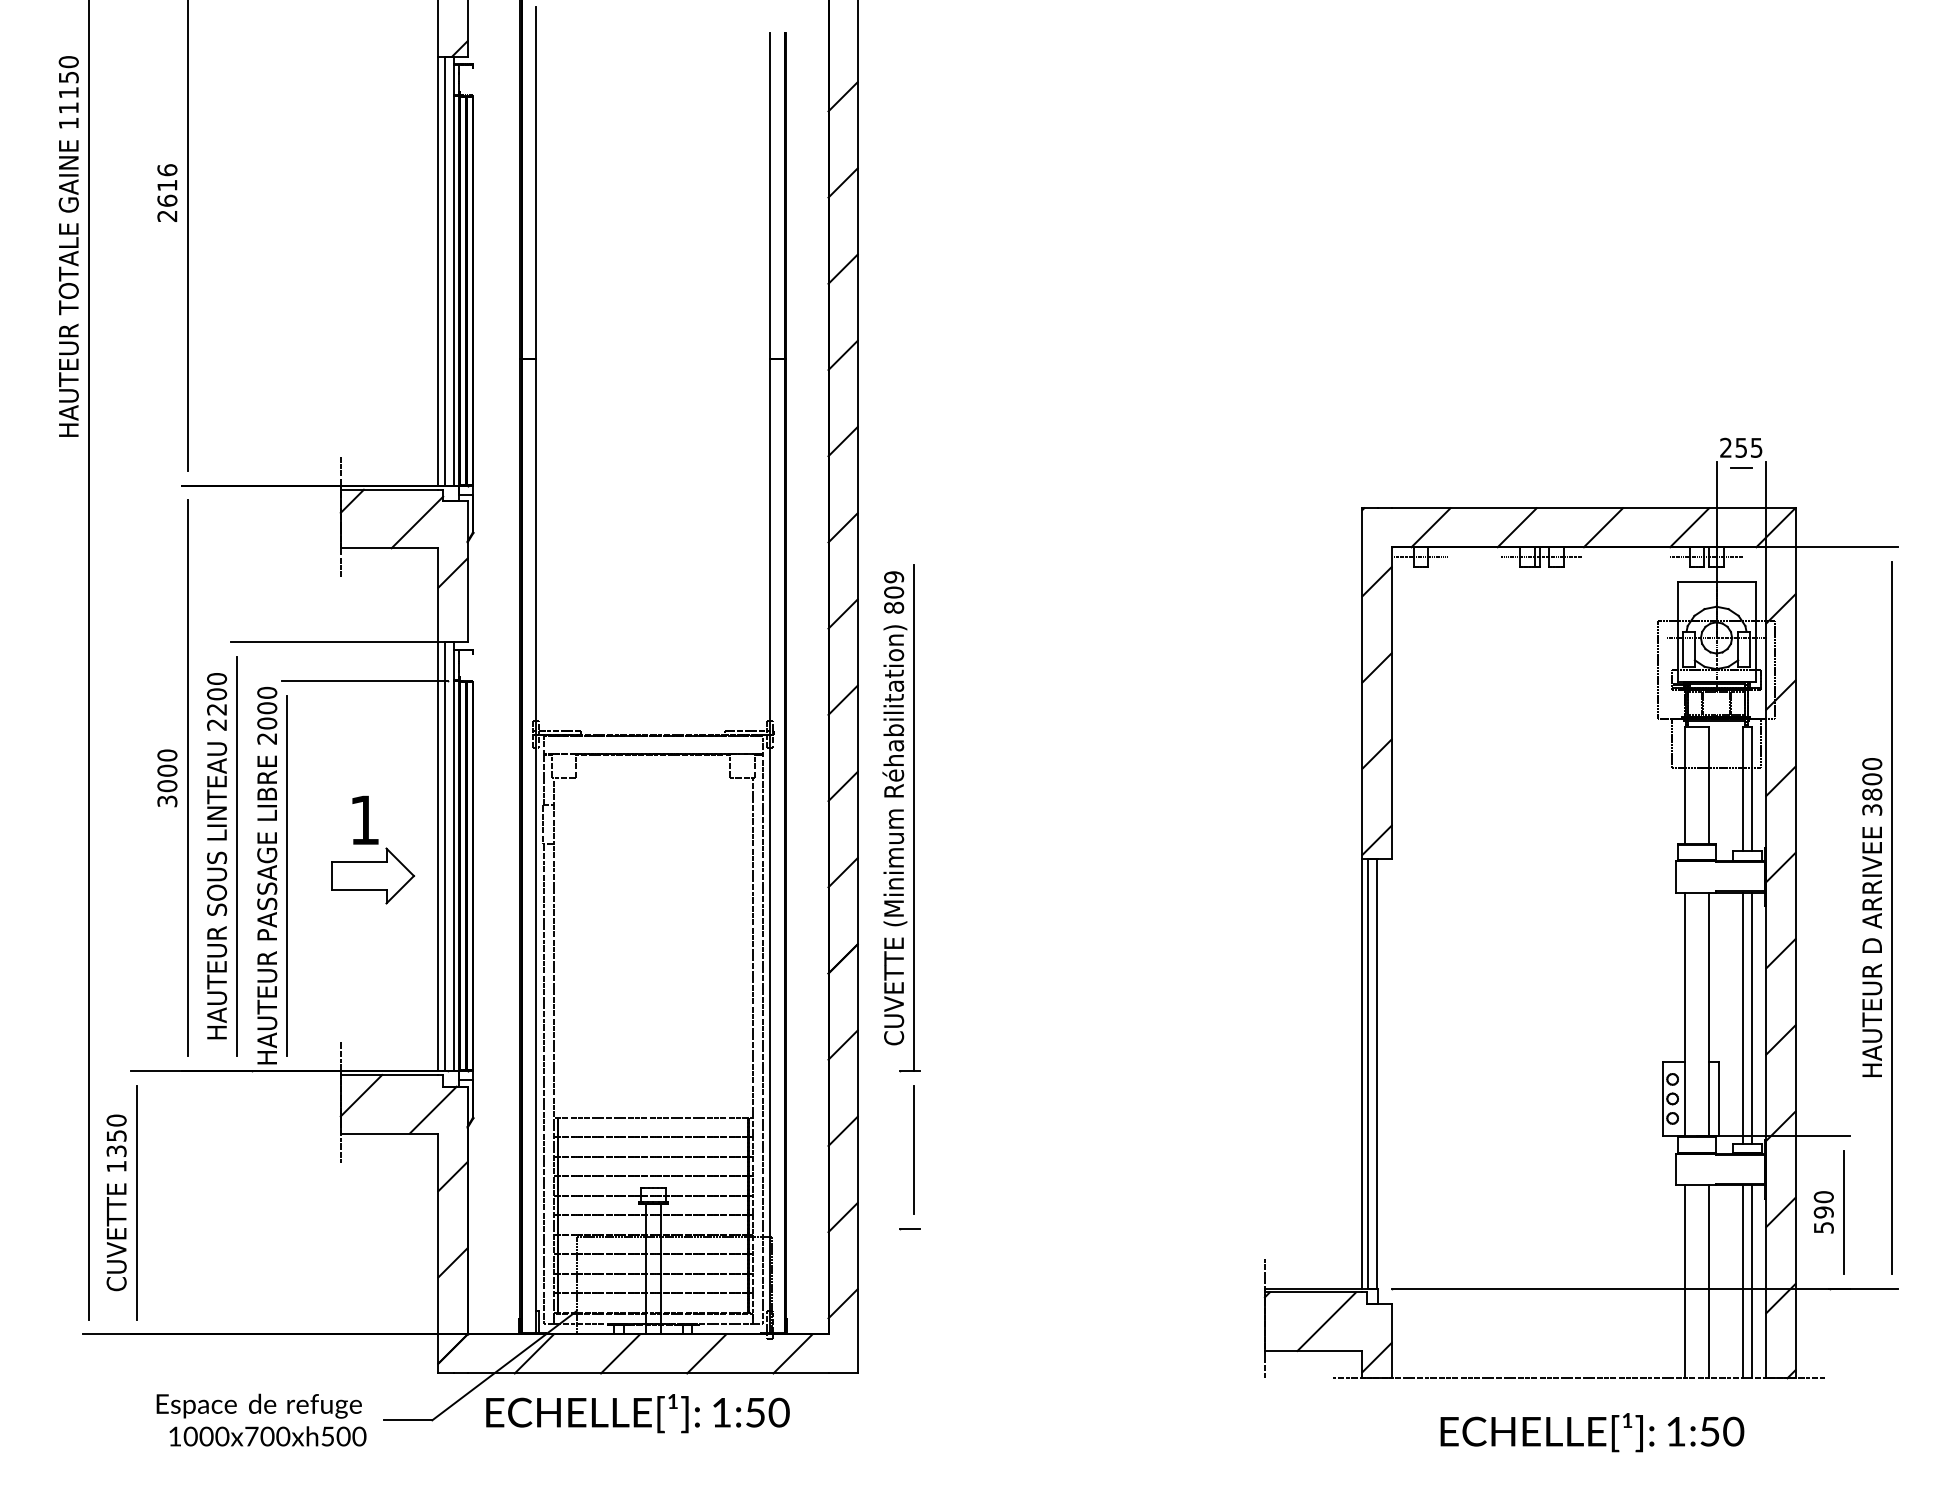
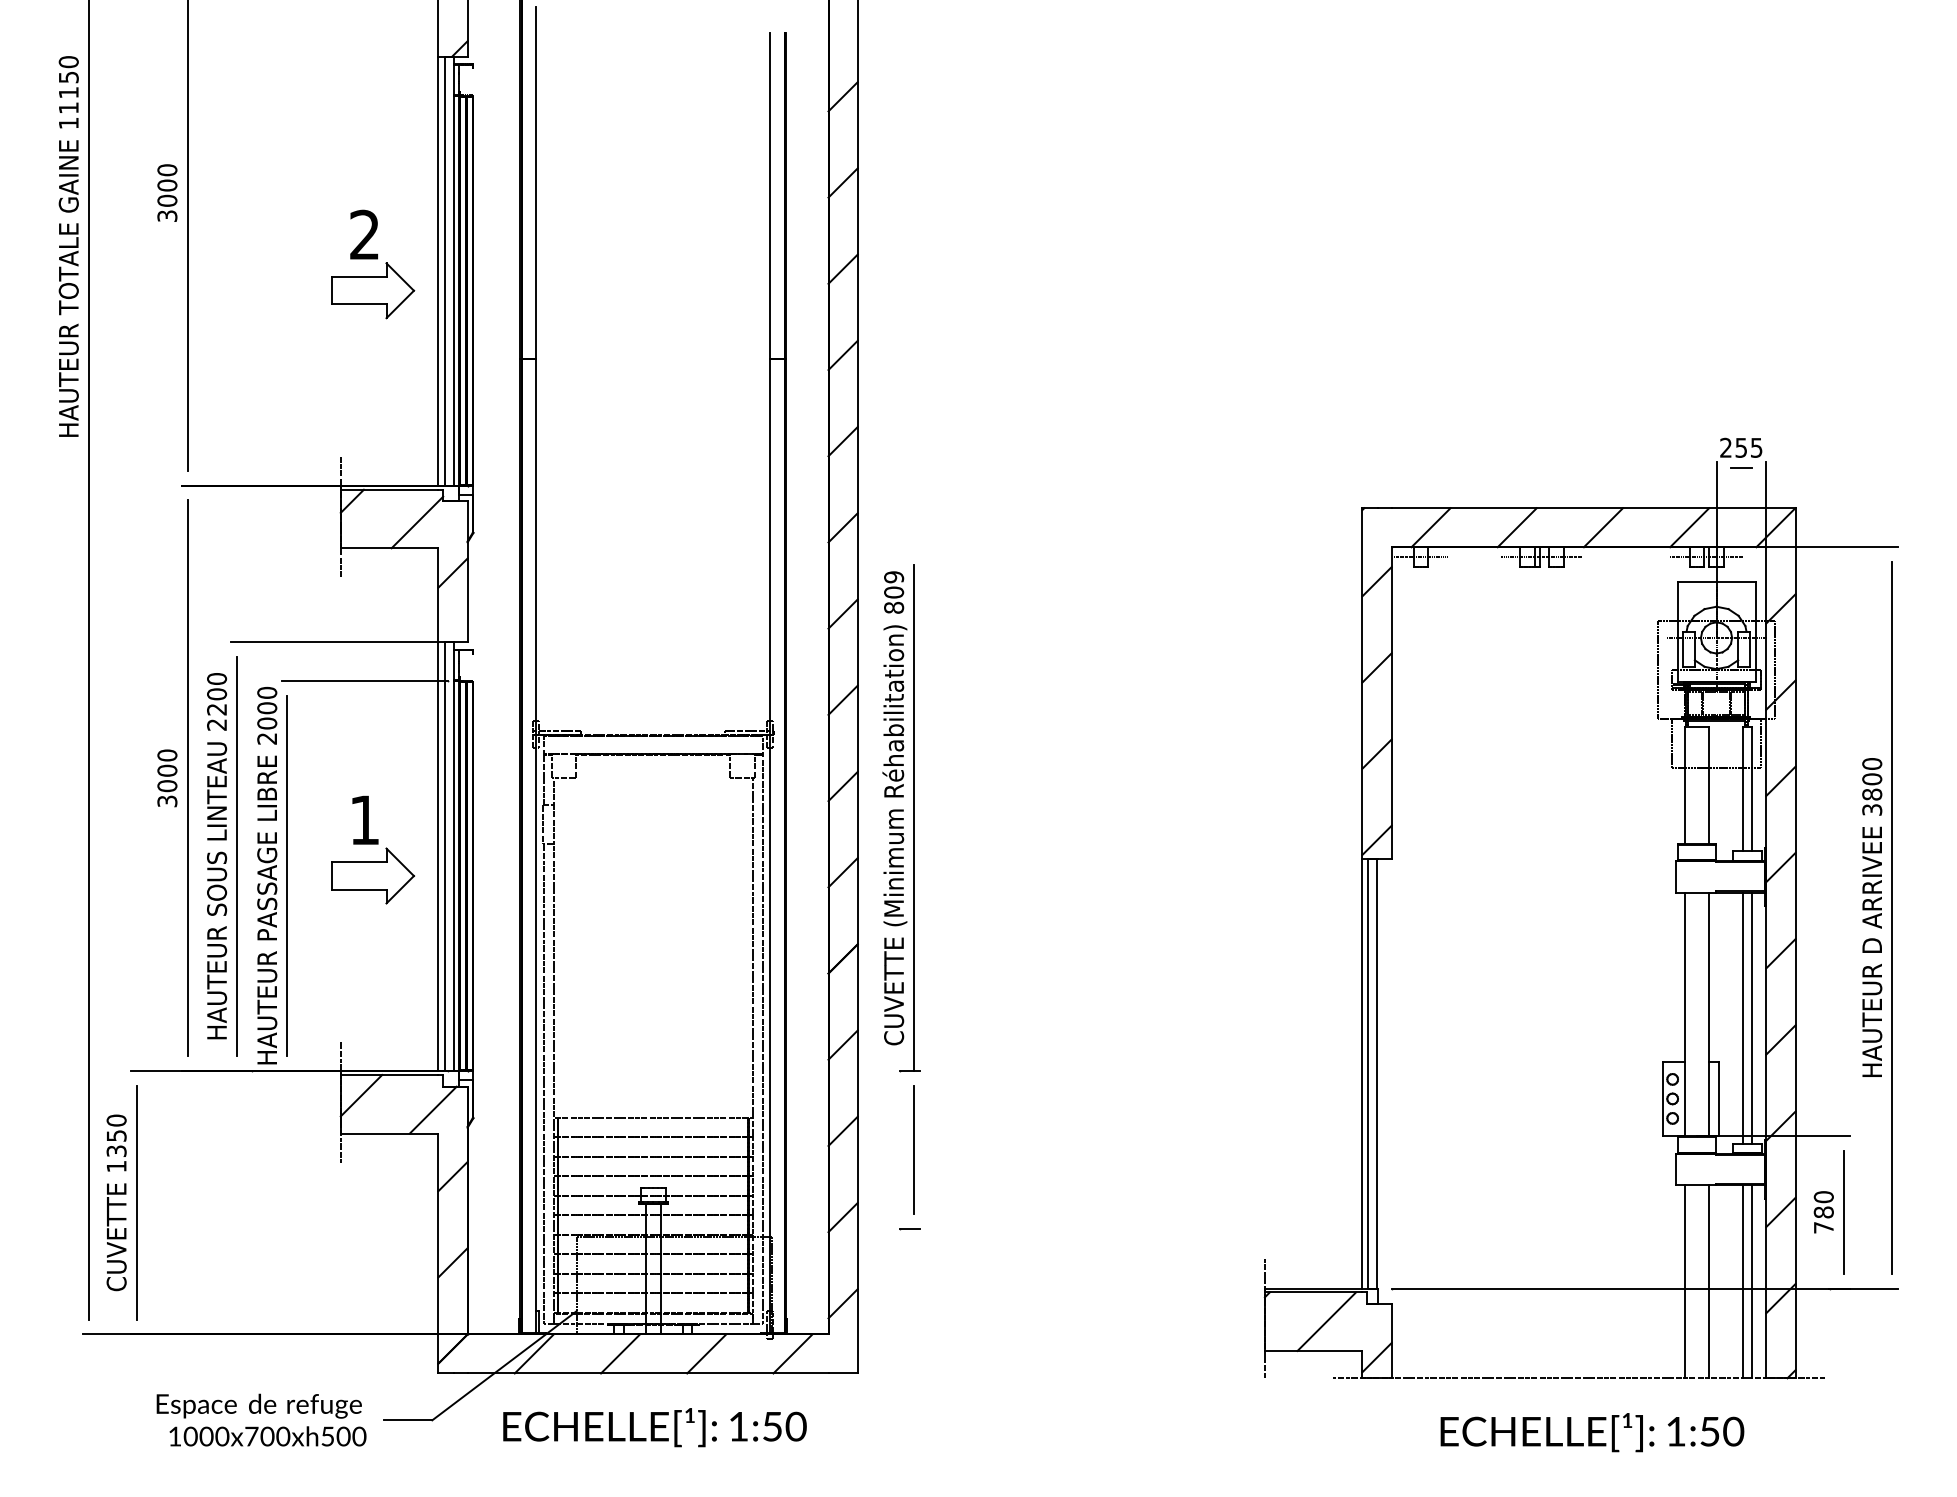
text at (167, 192): 2616 -> 3000
part at (373, 264): none -> present
text at (1823, 1219): 590 -> 780
text at (637, 1413) position: (637, 1413) -> (654, 1427)
